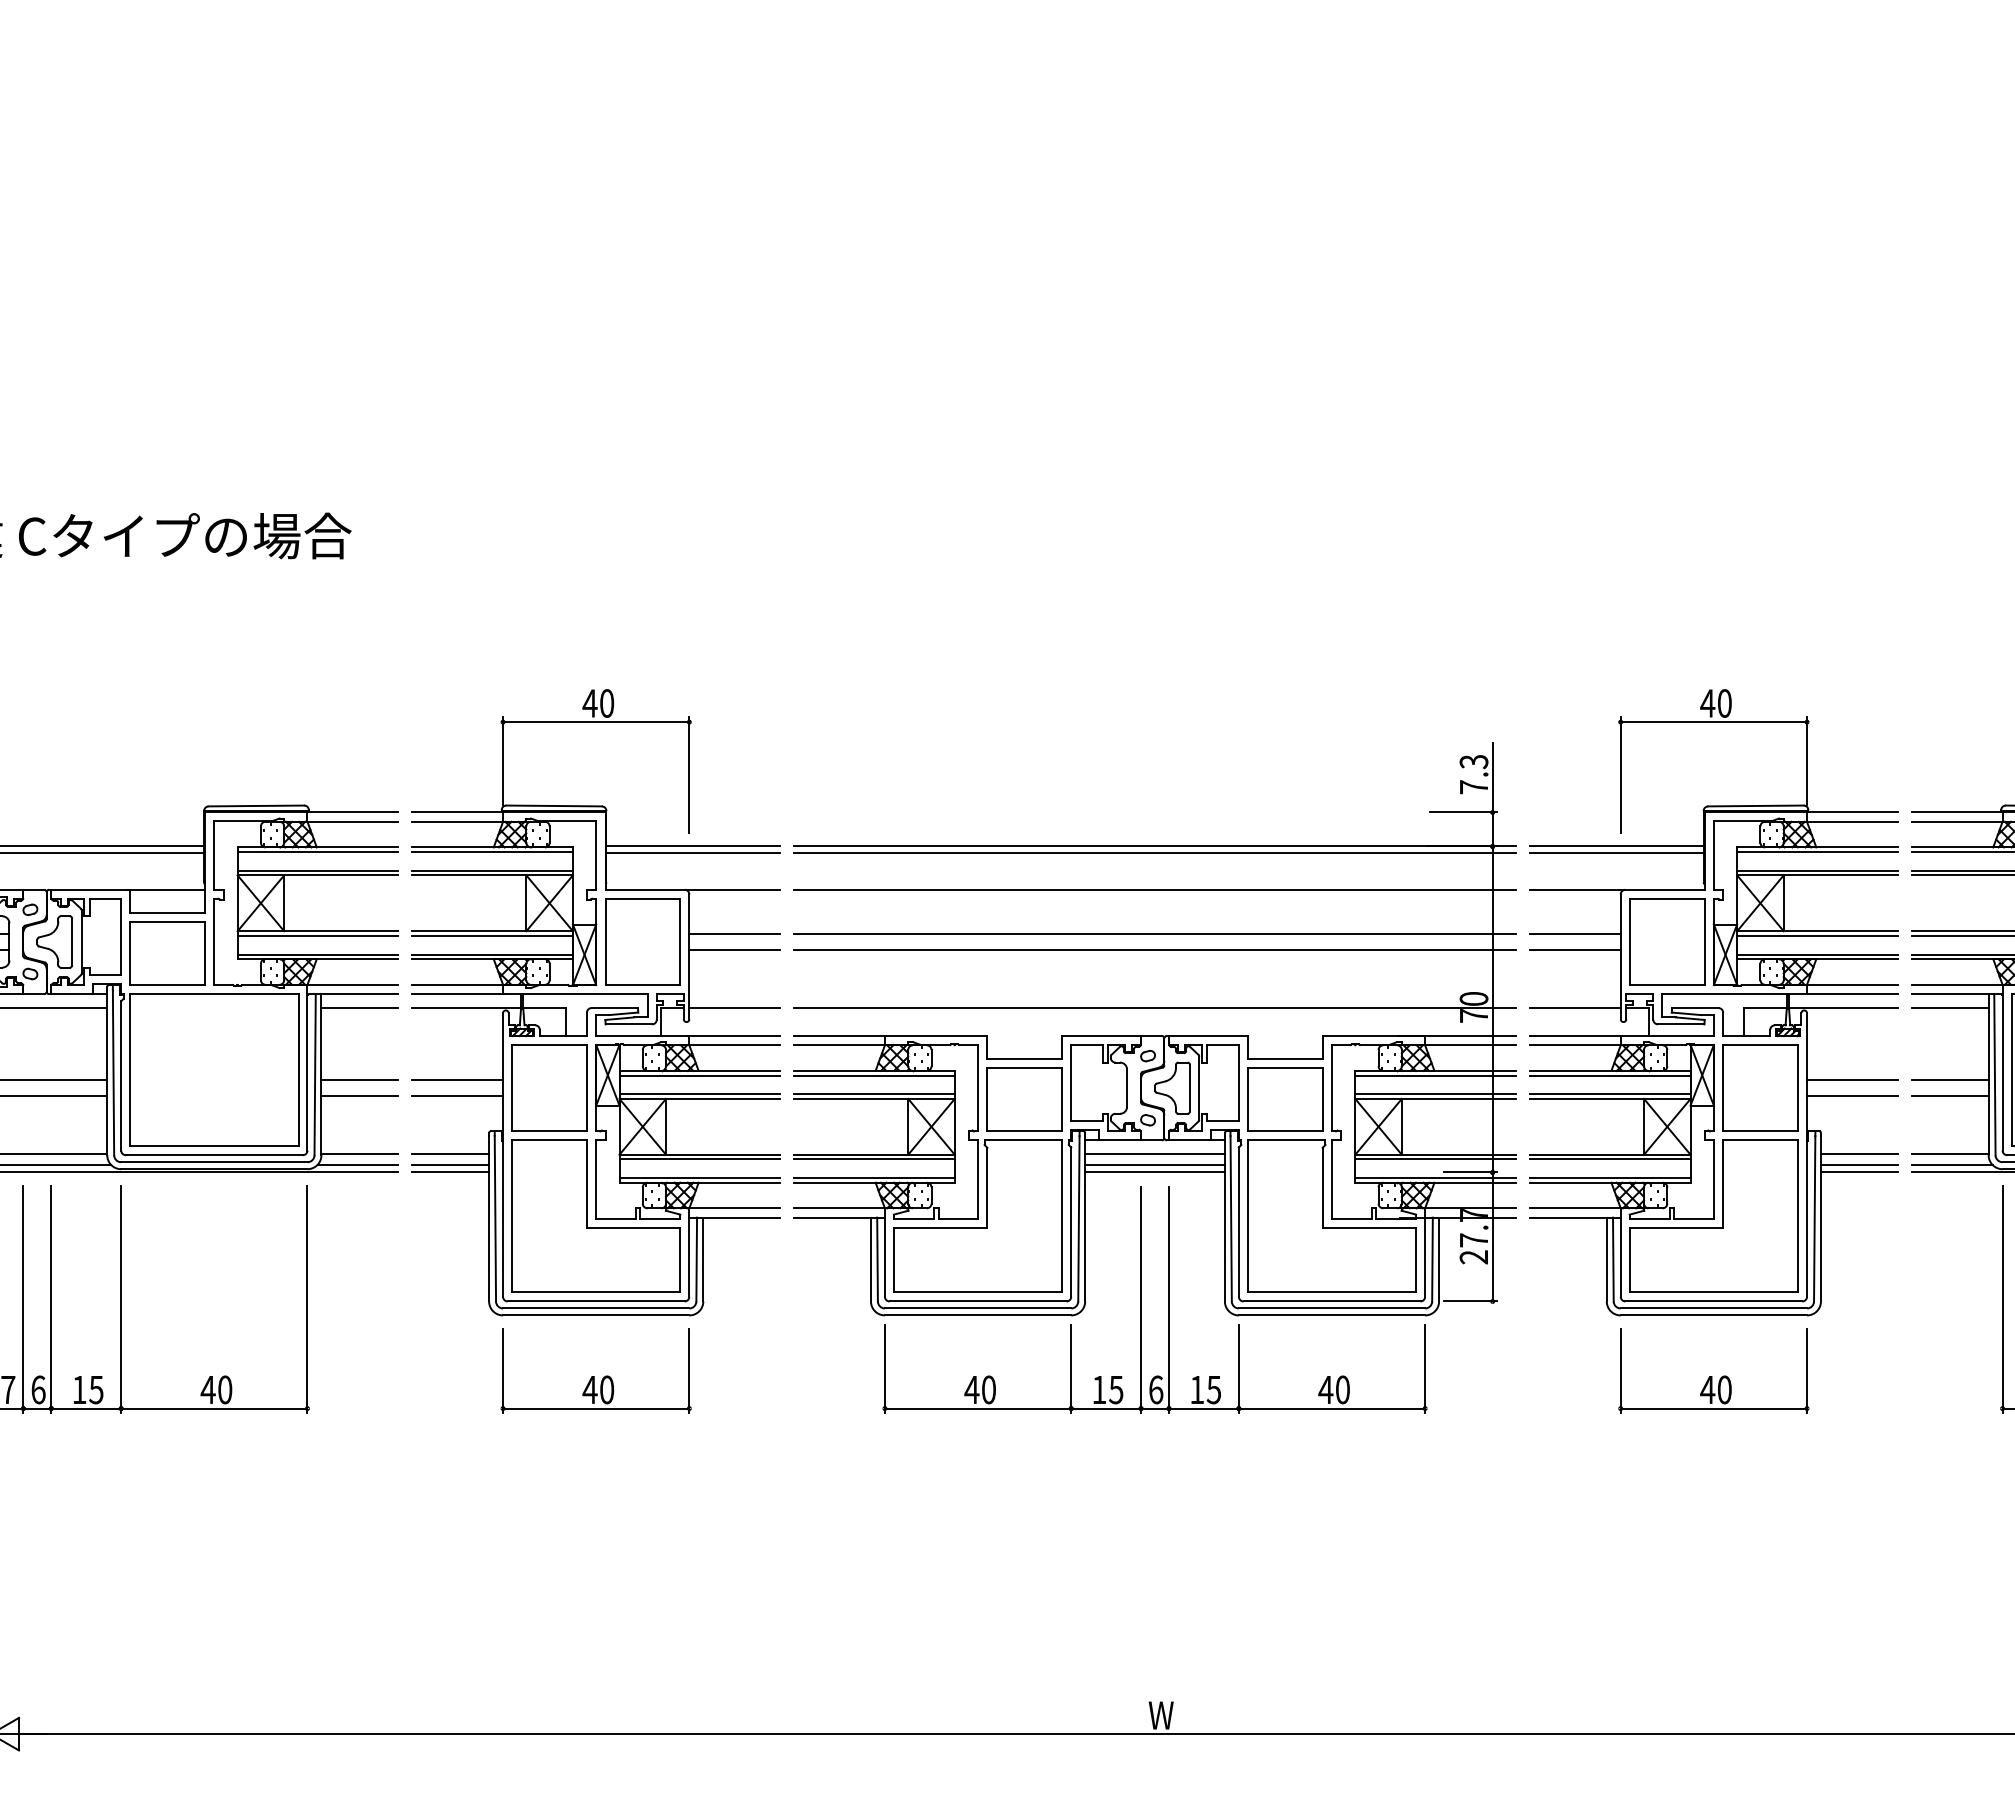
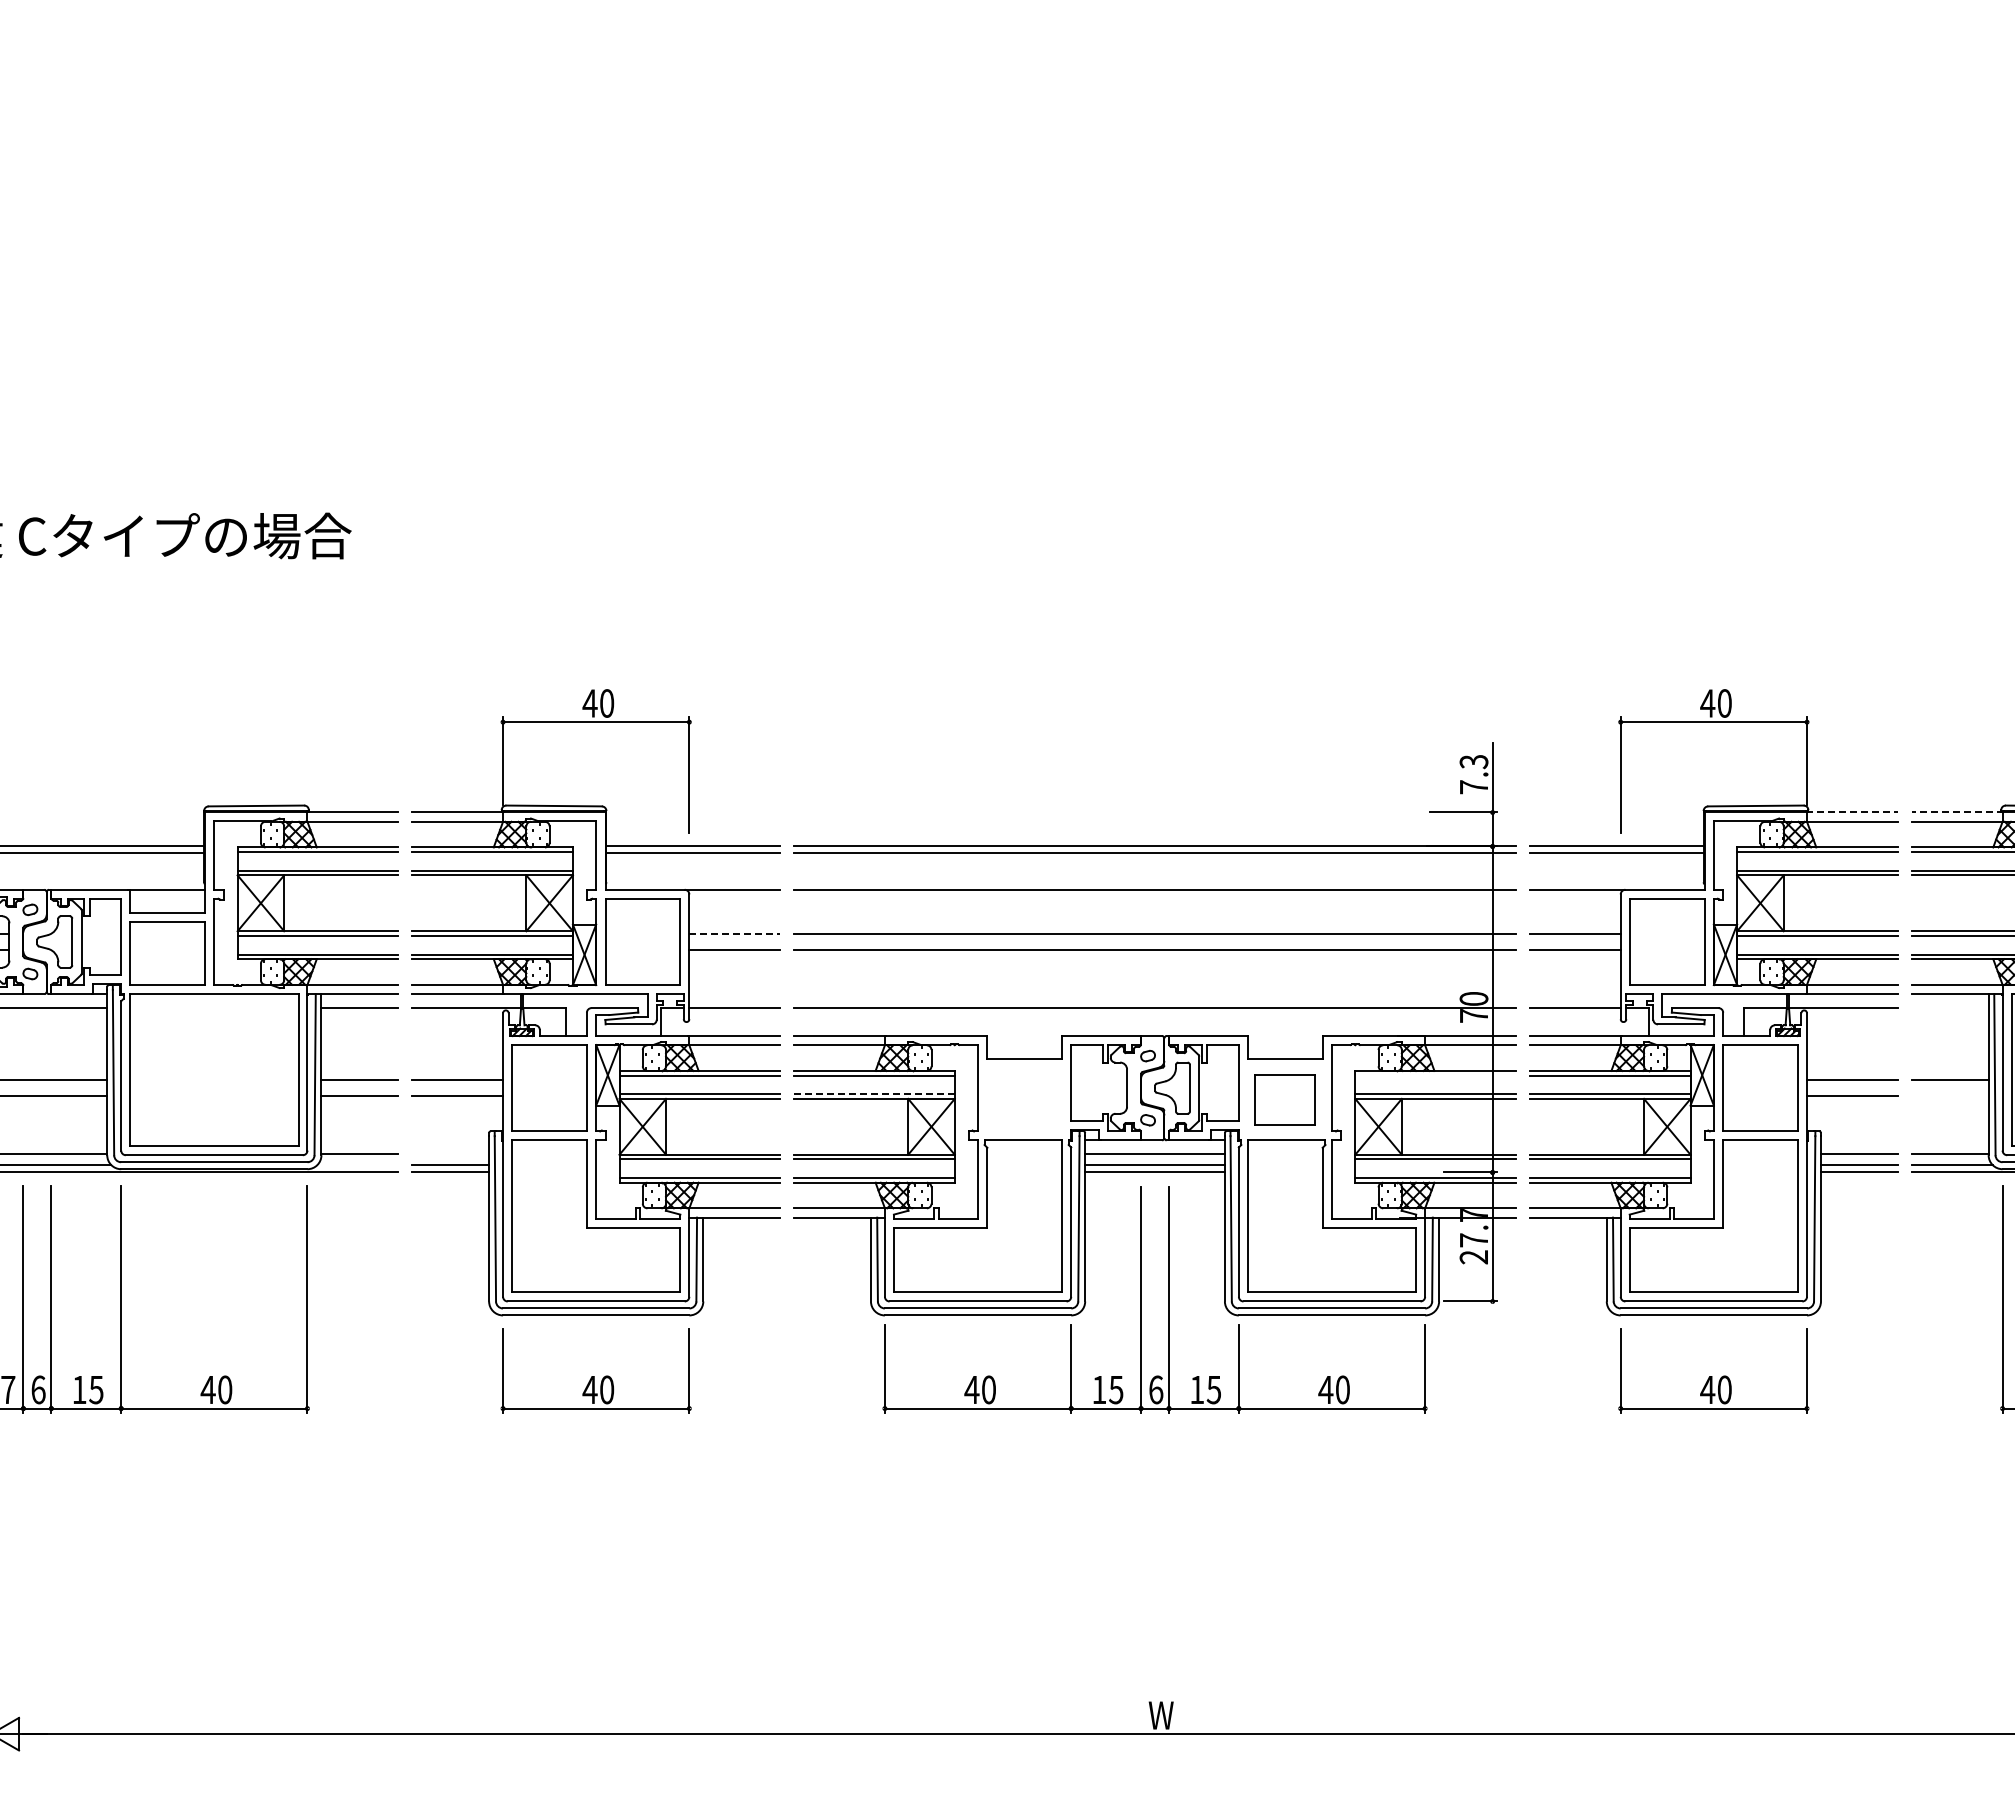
line at (1852, 812): solid -> dashed
line at (1957, 812): solid -> dashed
line at (735, 934): solid -> dashed
line at (1949, 1008): present -> none
line at (1435, 1075): present -> none
line at (873, 1094): solid -> dashed
line at (1949, 1096): present -> none
part at (1024, 1099): present -> none
part at (1285, 1099) size: 77x65 px -> 62x52 px
line at (450, 1154): present -> none
line at (357, 1164): present -> none
